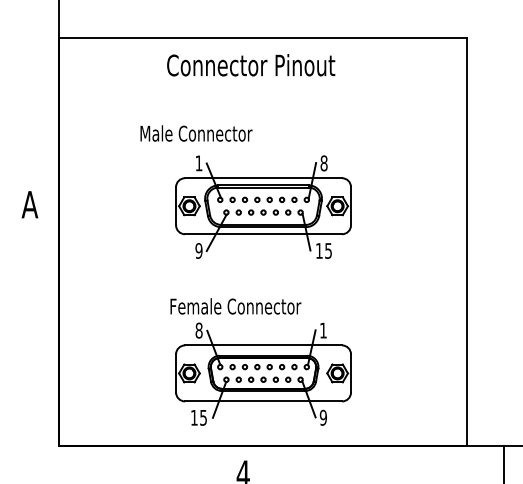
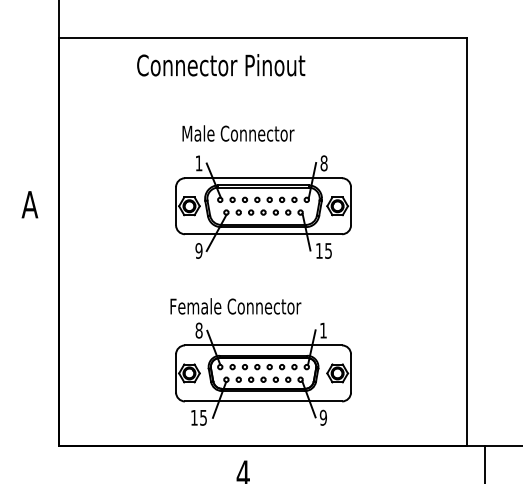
text at (251, 65) position: (251, 65) -> (221, 65)
text at (196, 133) position: (196, 133) -> (238, 133)
line at (503, 463) position: (503, 463) -> (484, 463)
